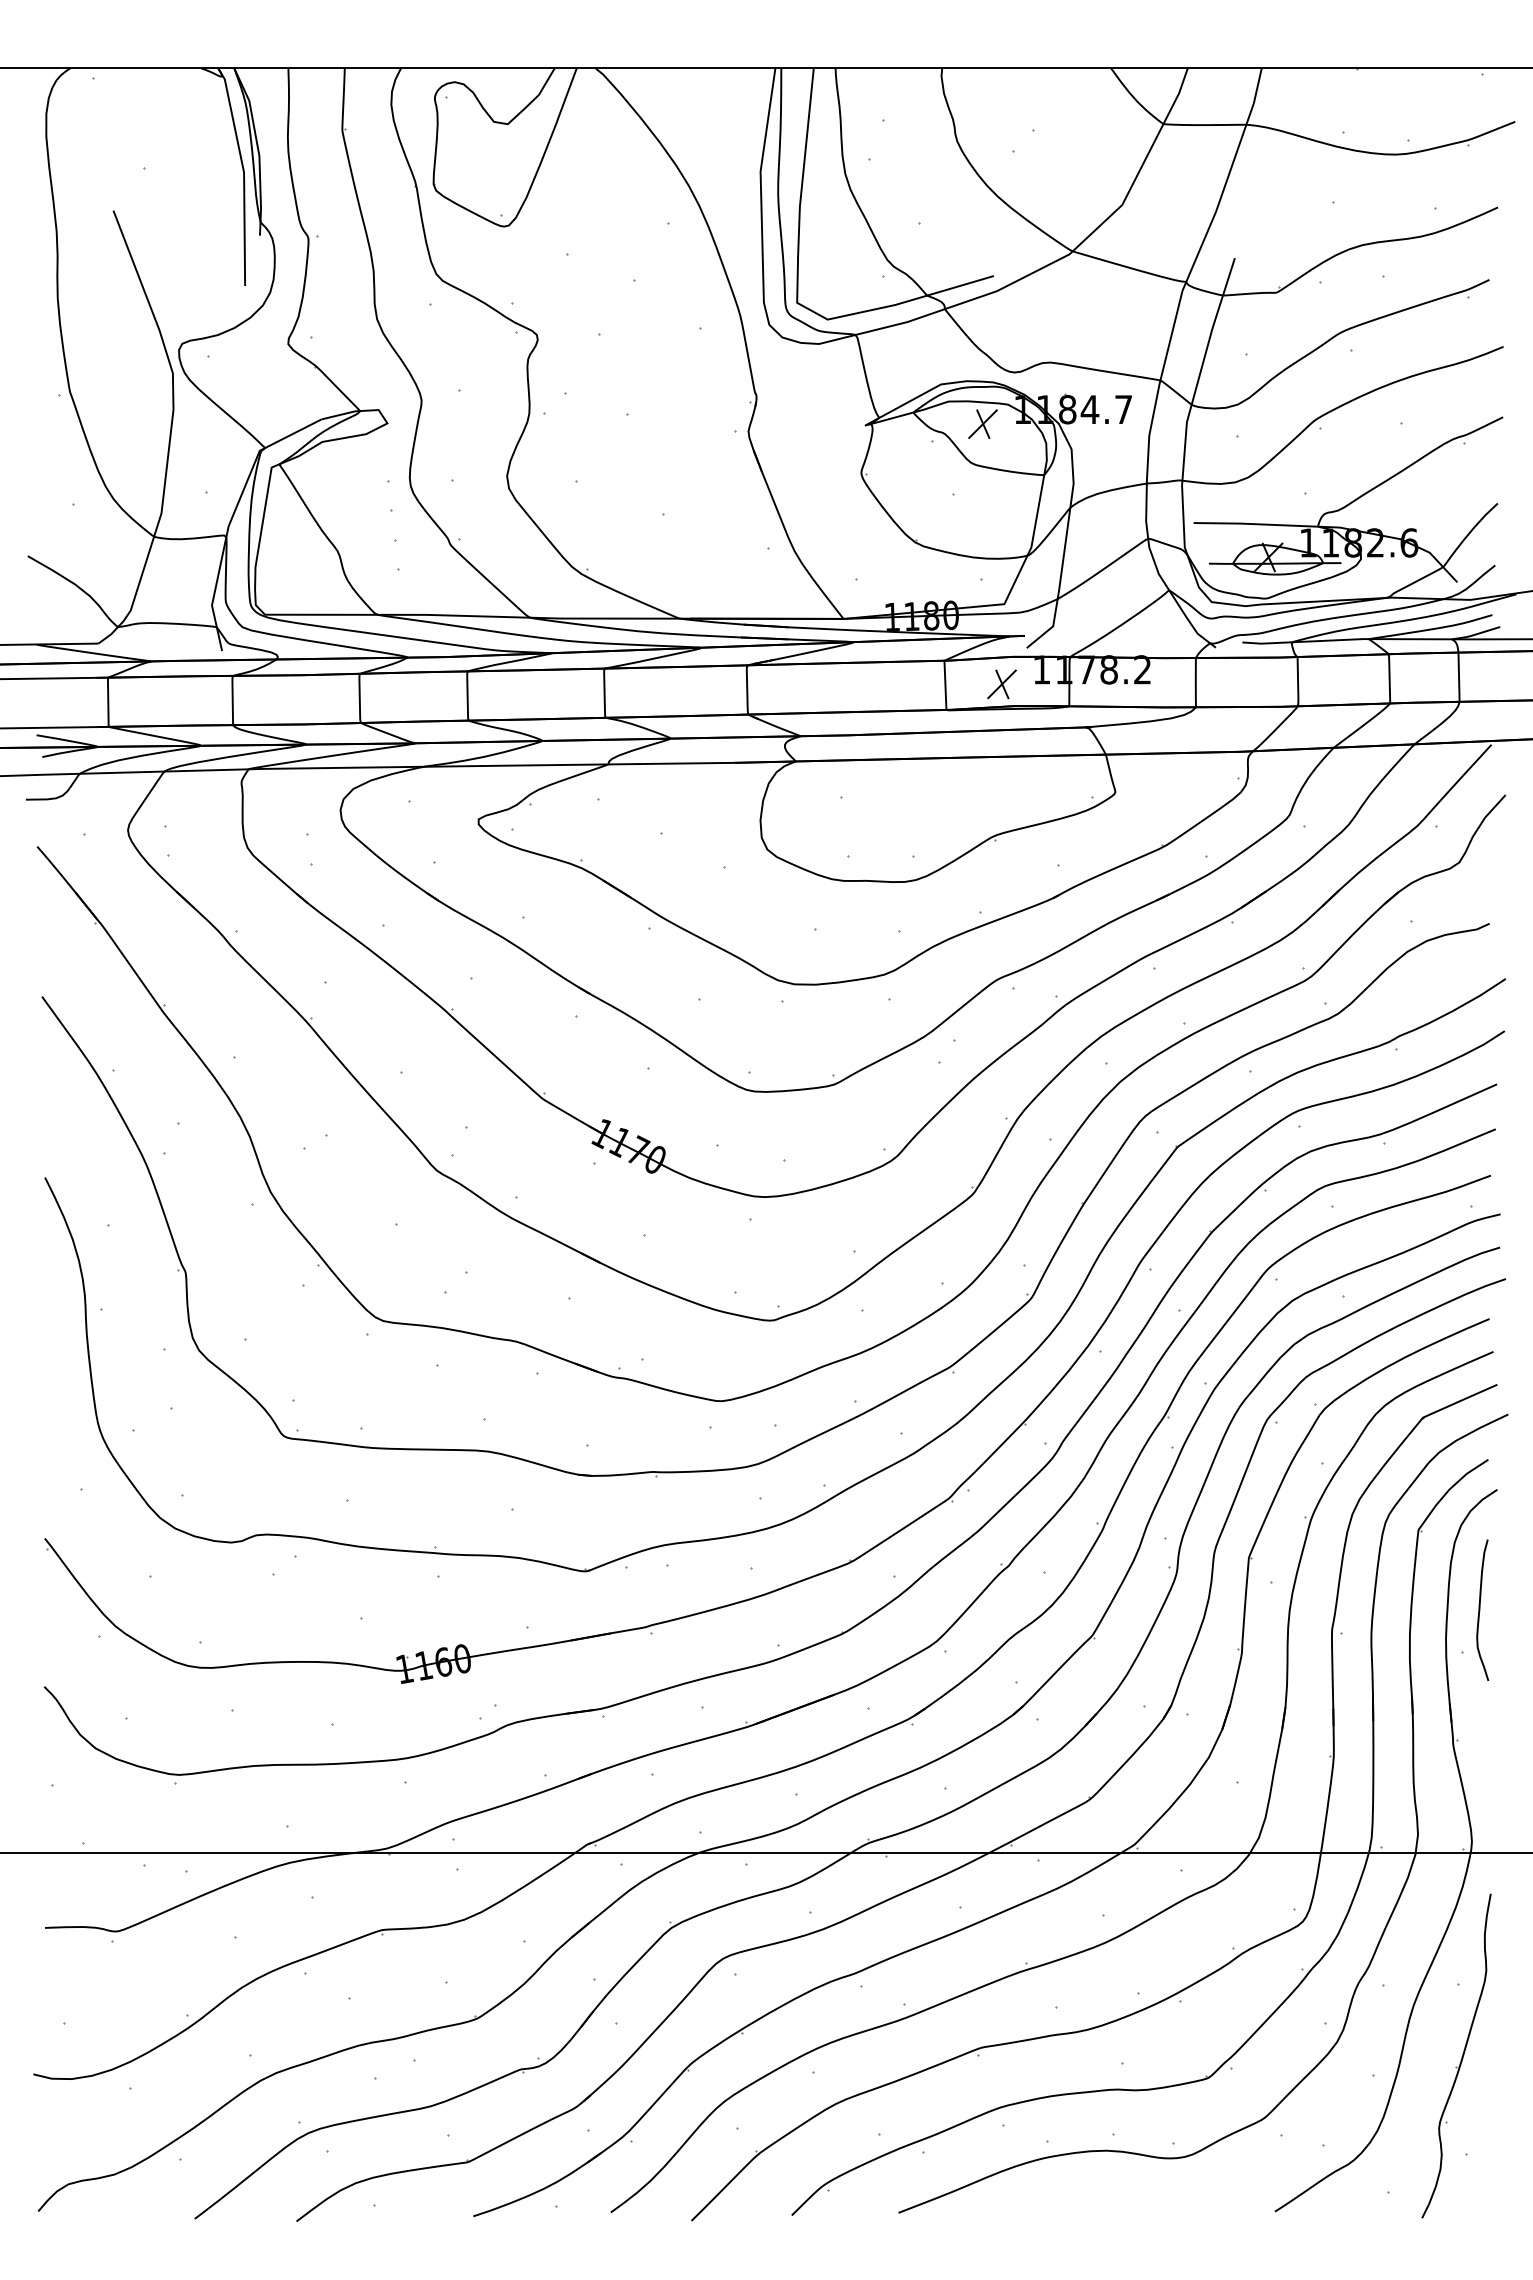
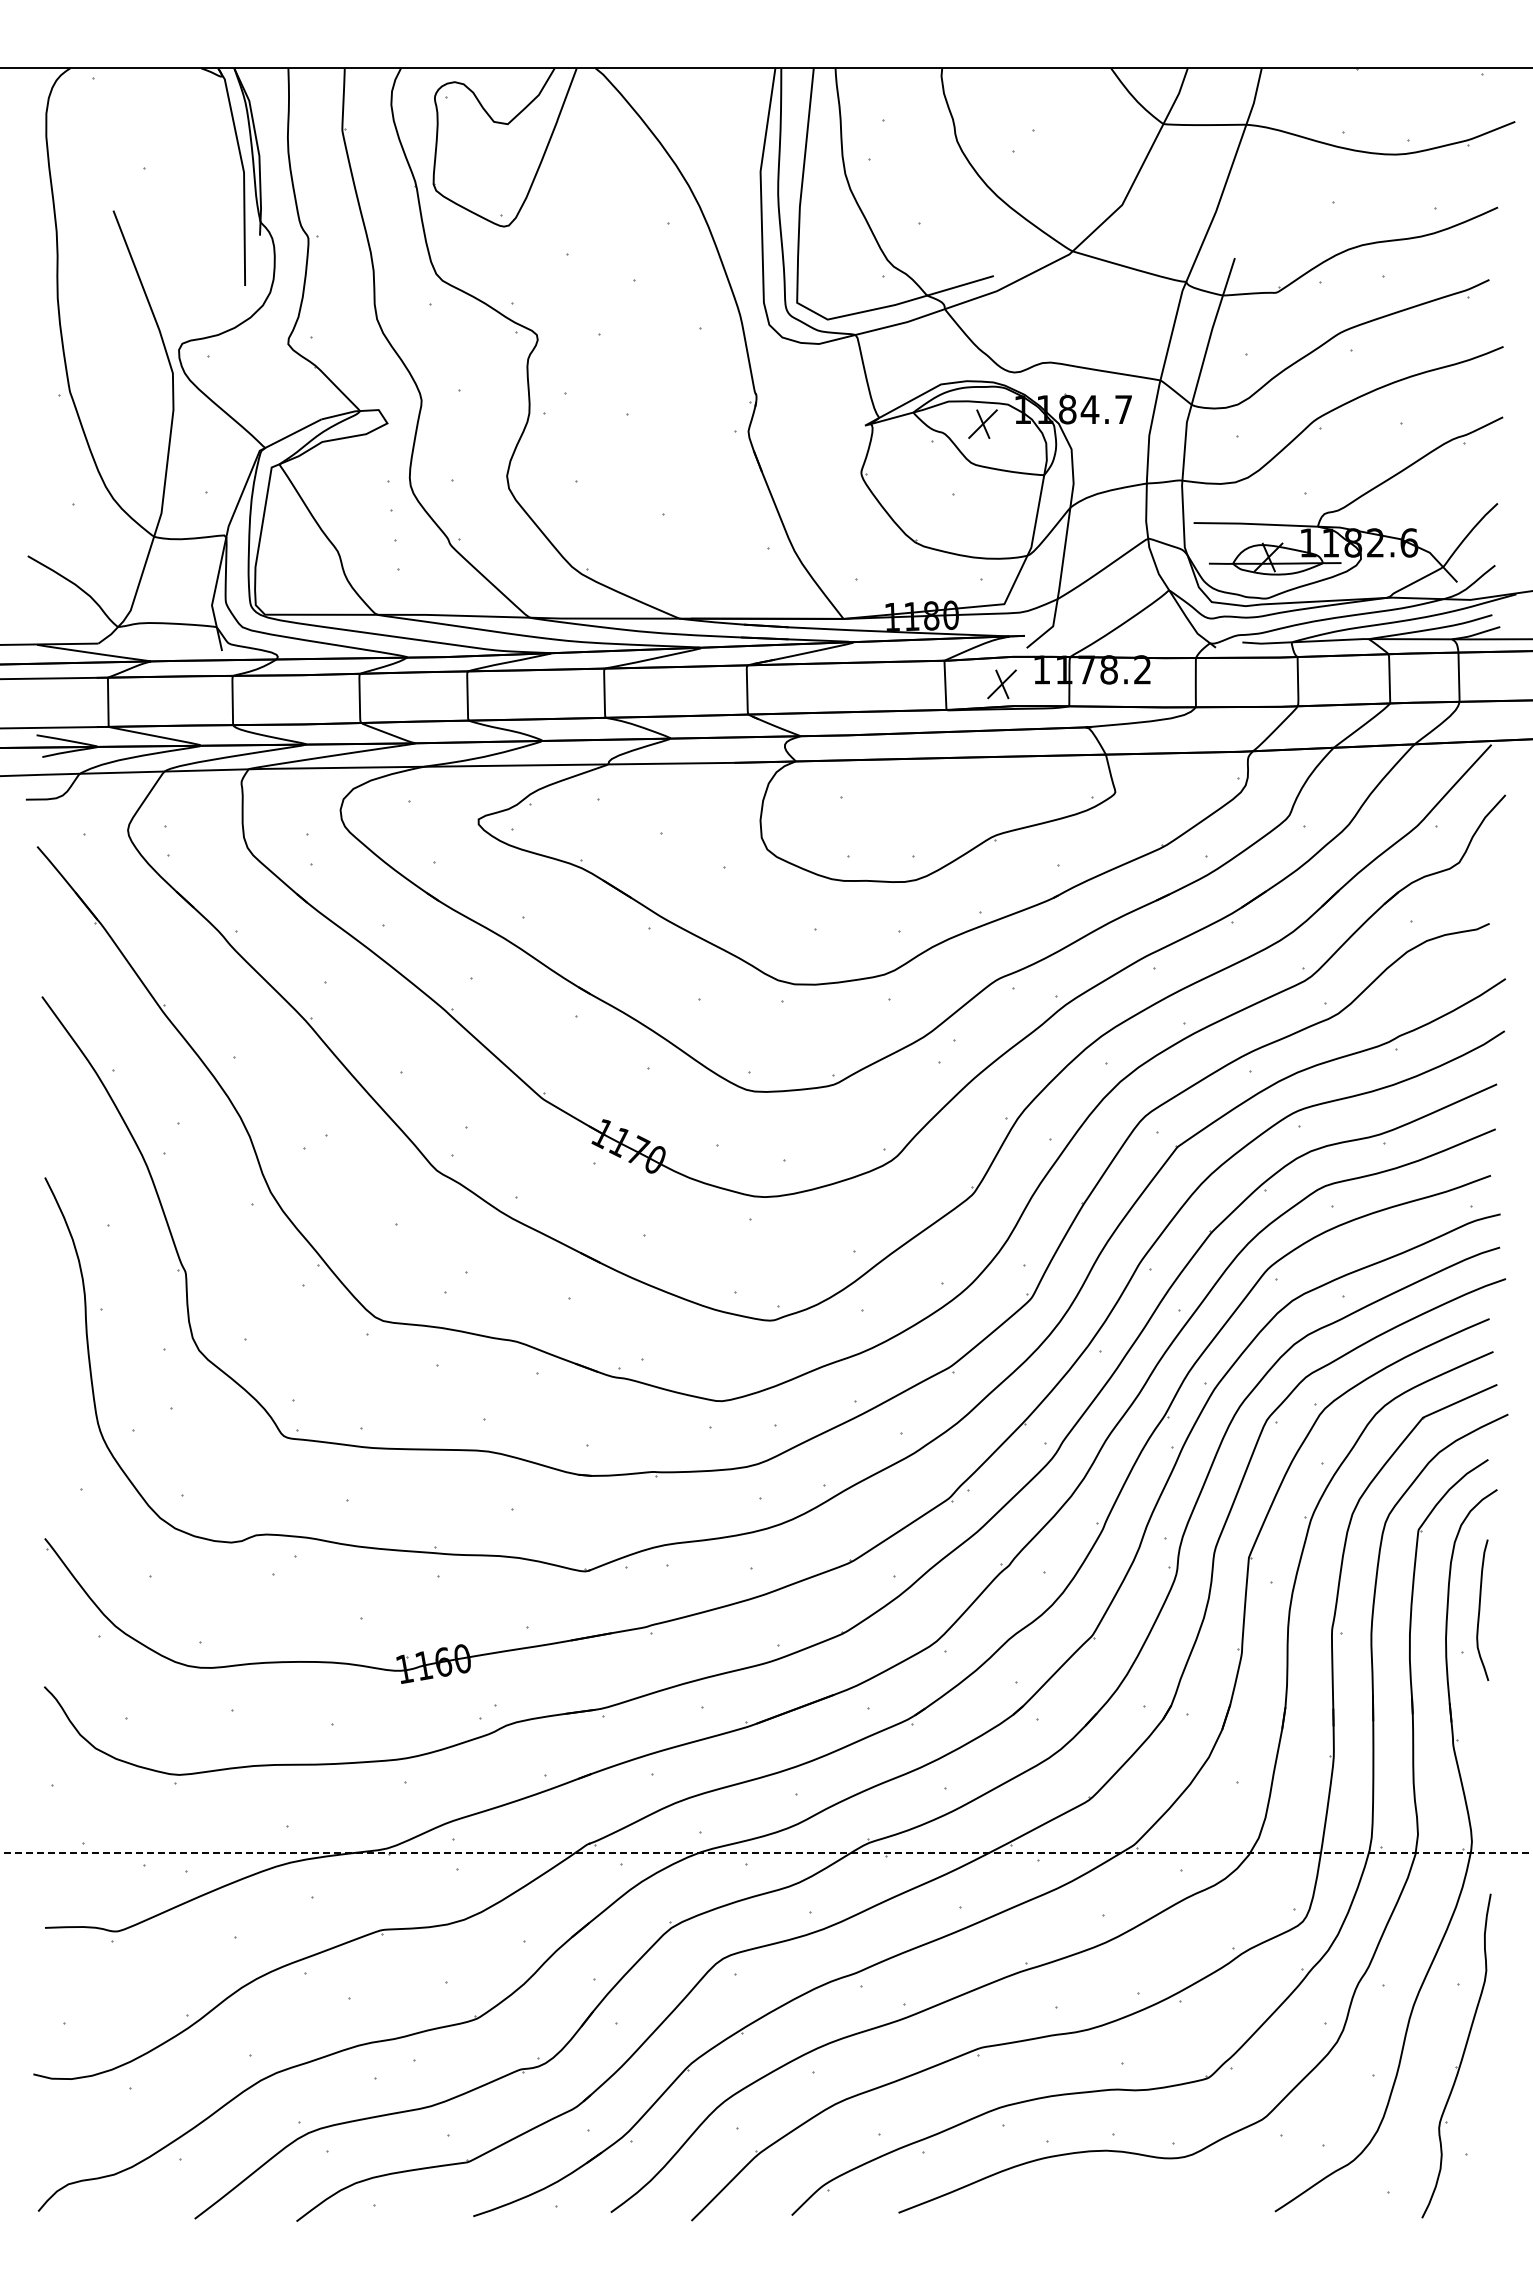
line at (765, 1852): solid -> dashed
